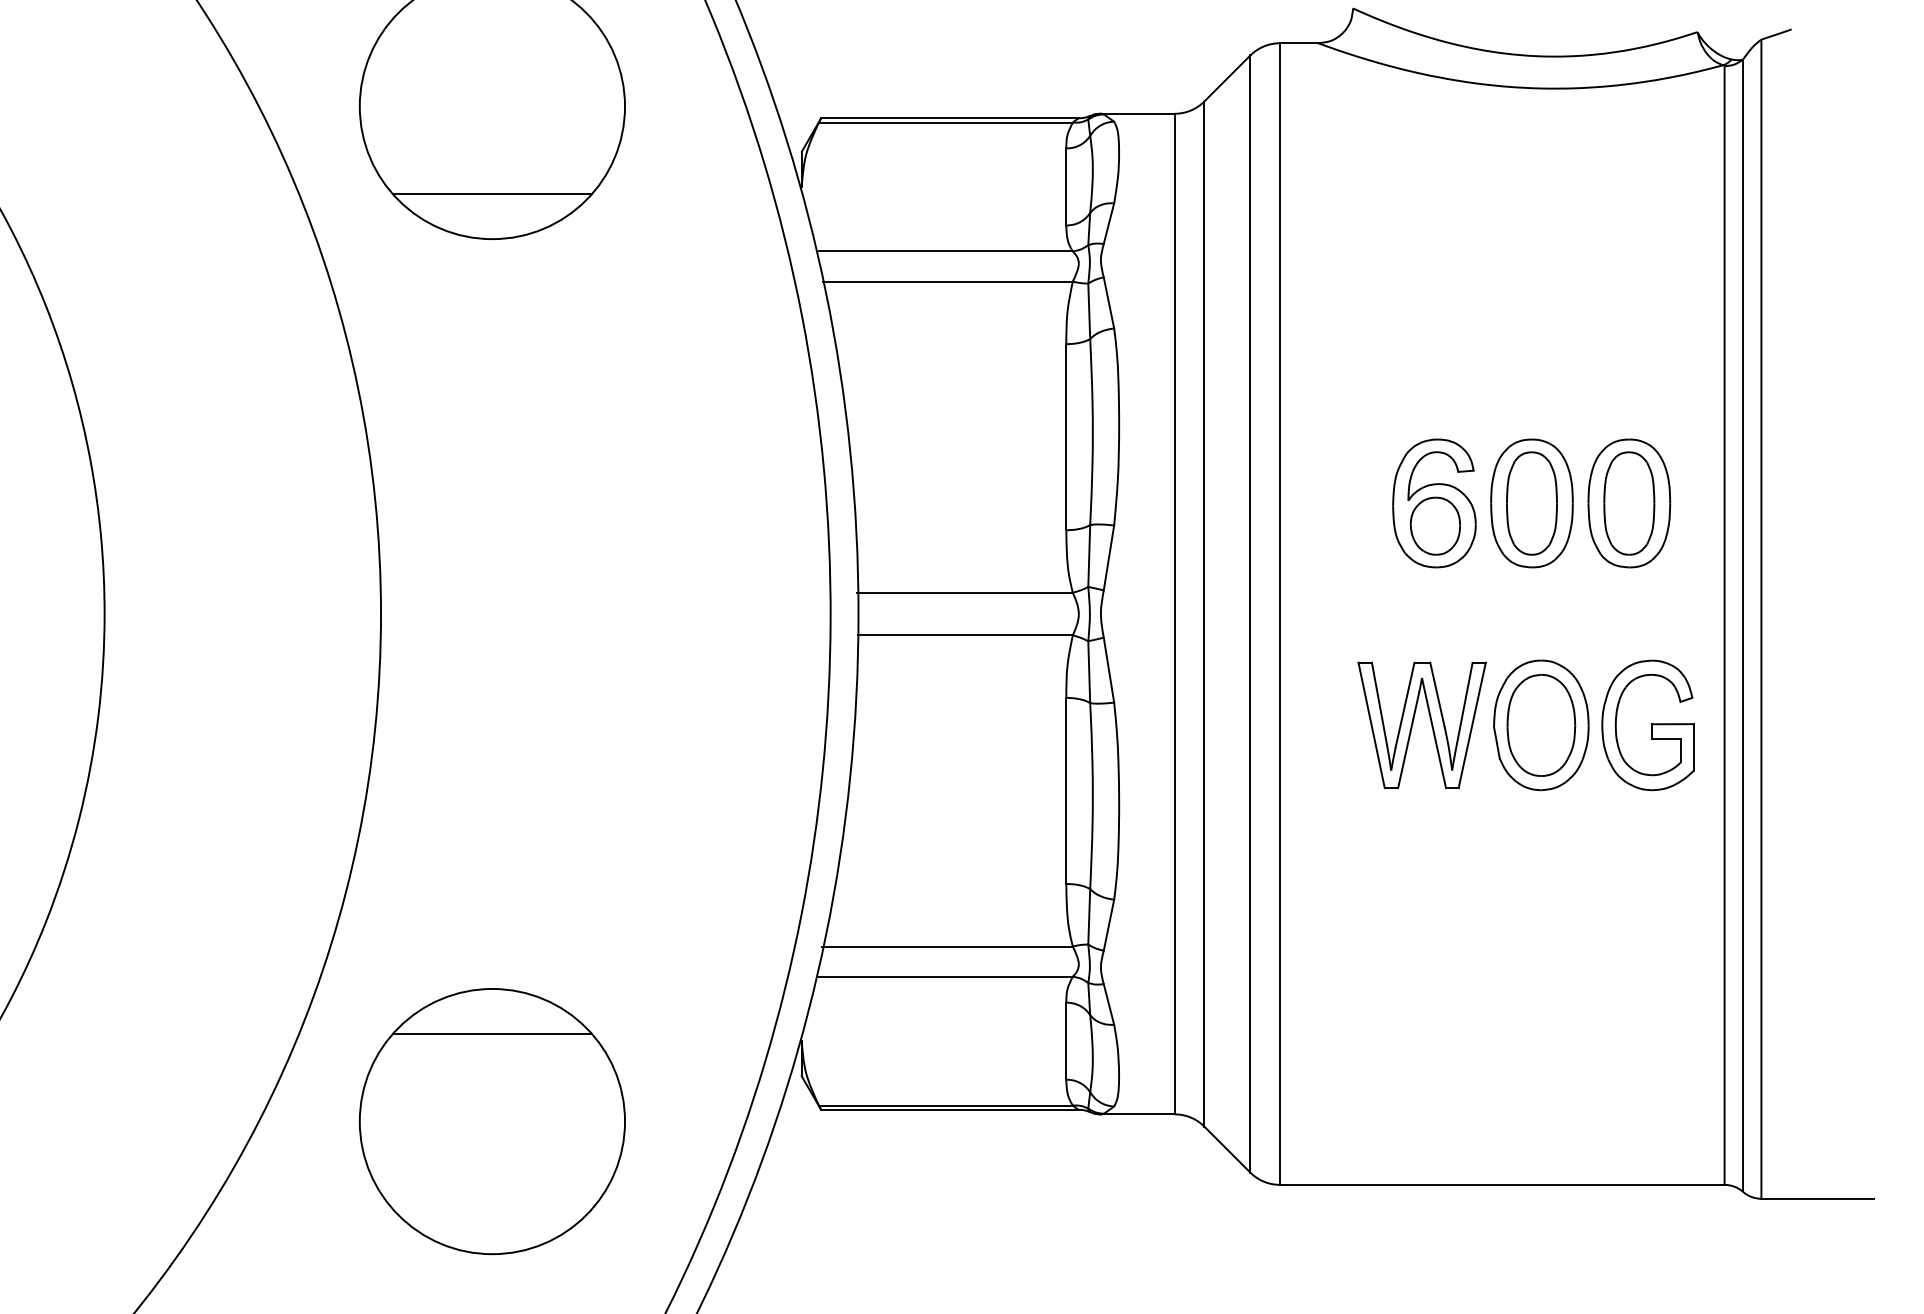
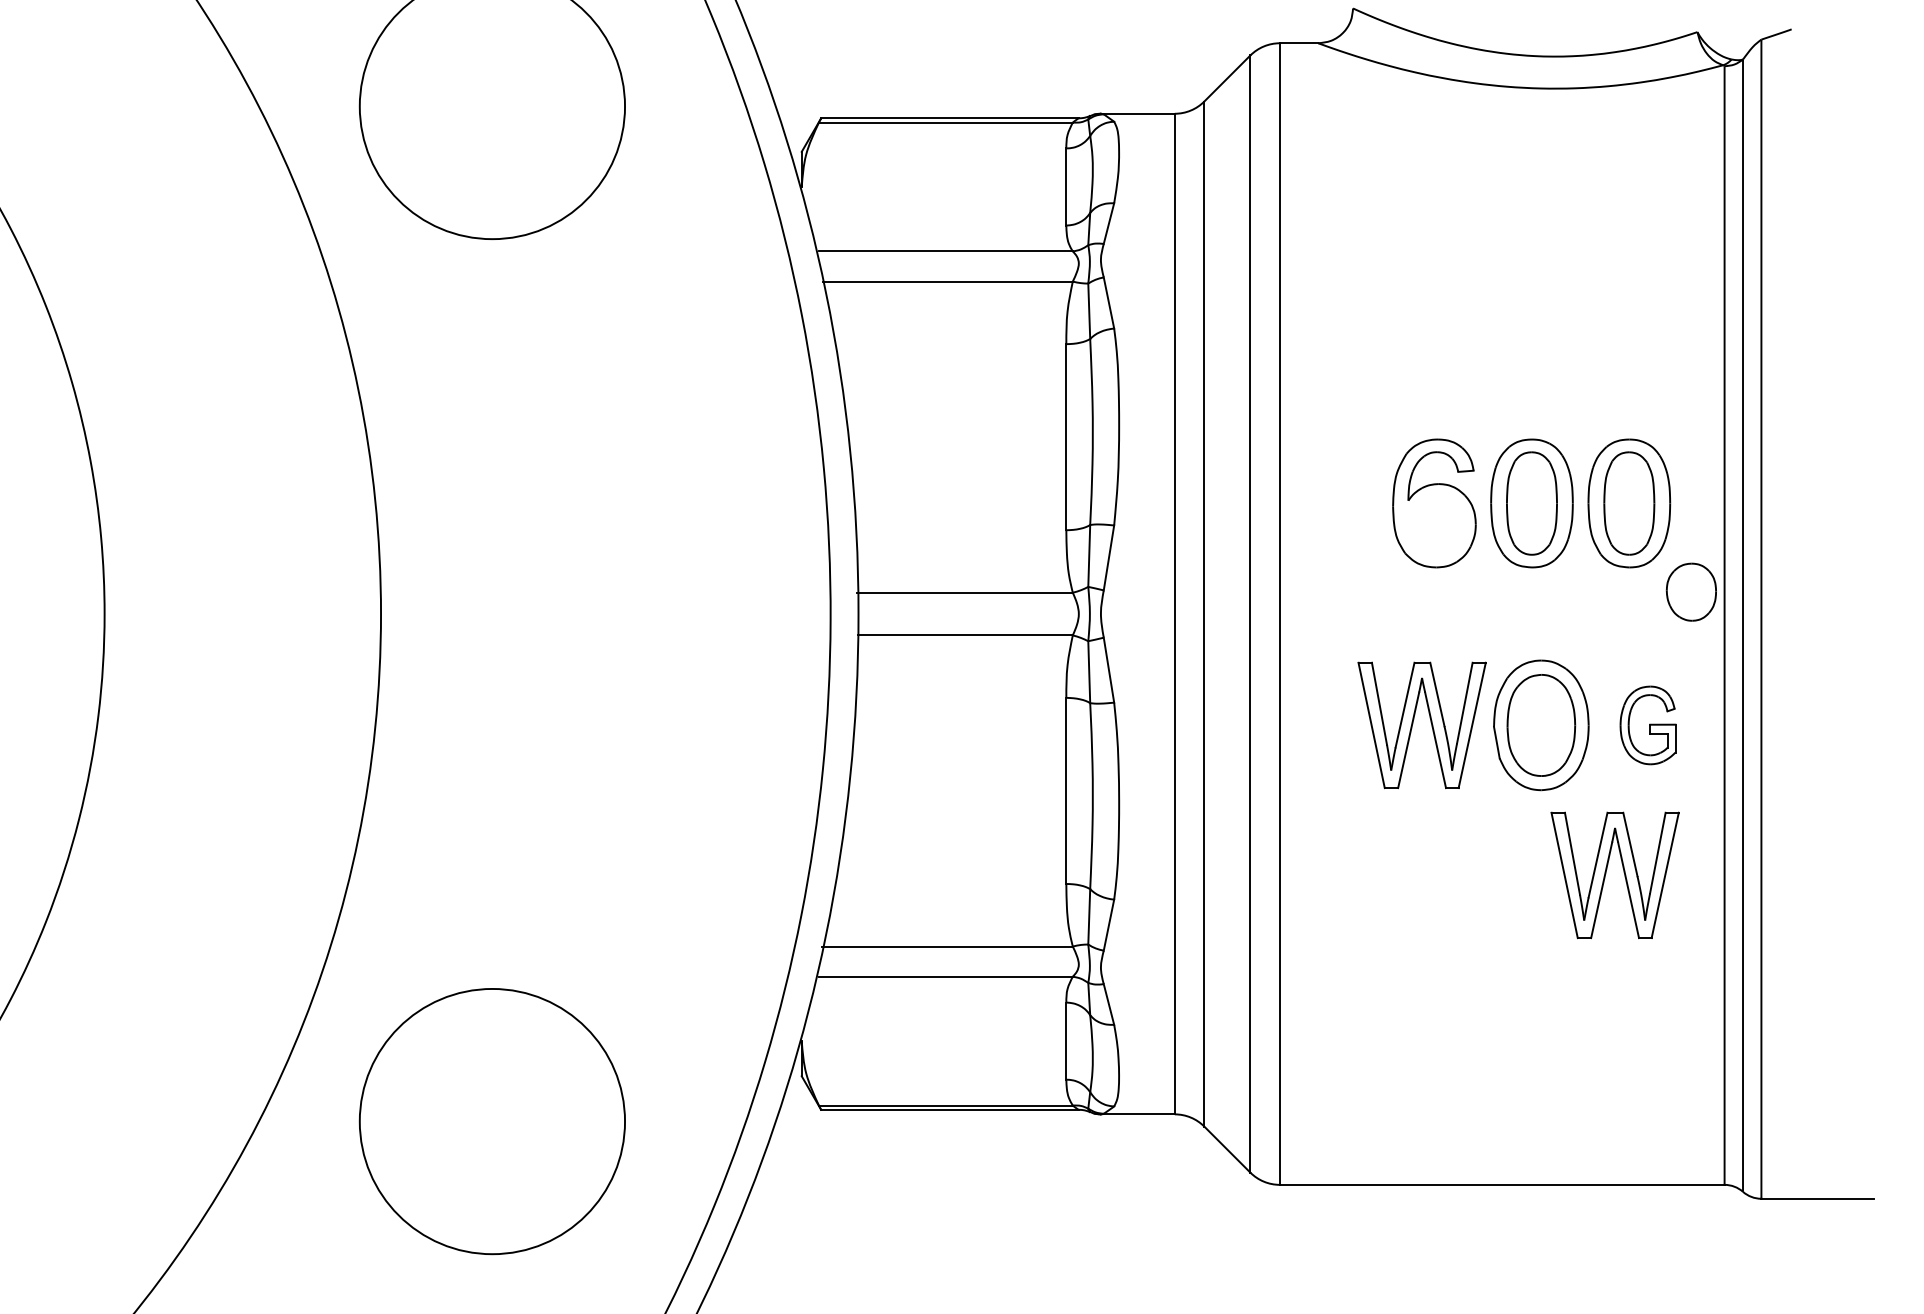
line at (491, 194): present -> none
part at (1434, 525) position: (1434, 525) -> (1690, 591)
part at (1647, 725) size: 94x133 px -> 58x81 px
part at (1606, 874): none -> present
line at (491, 1033): present -> none
